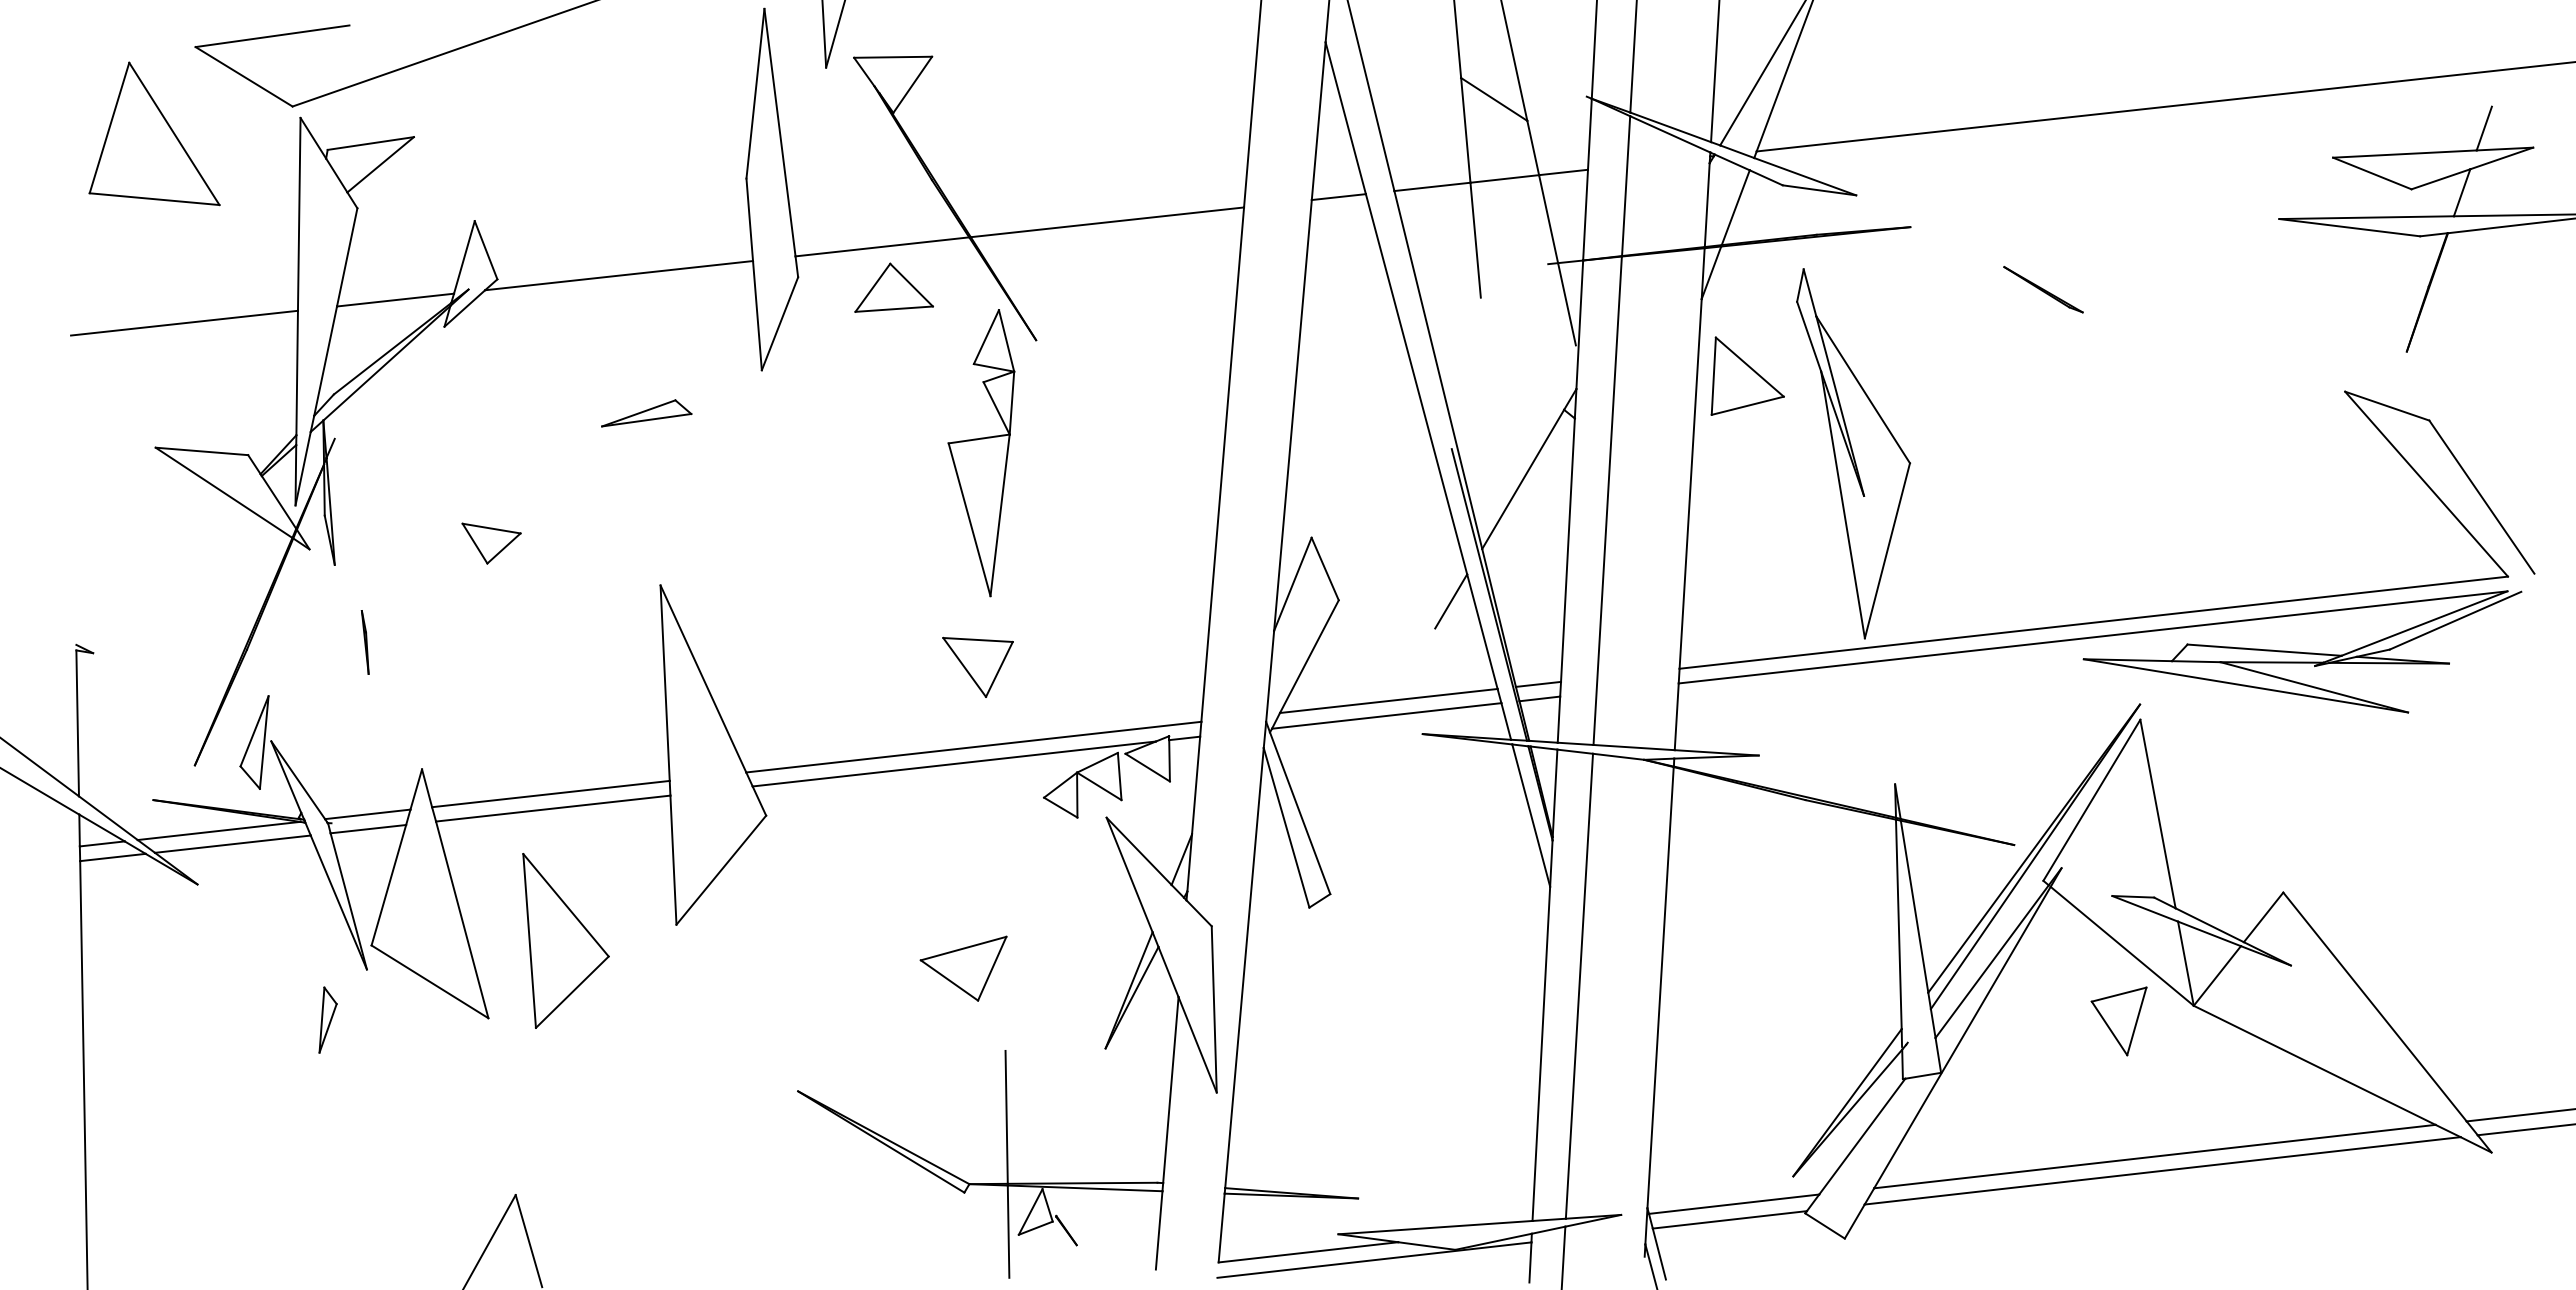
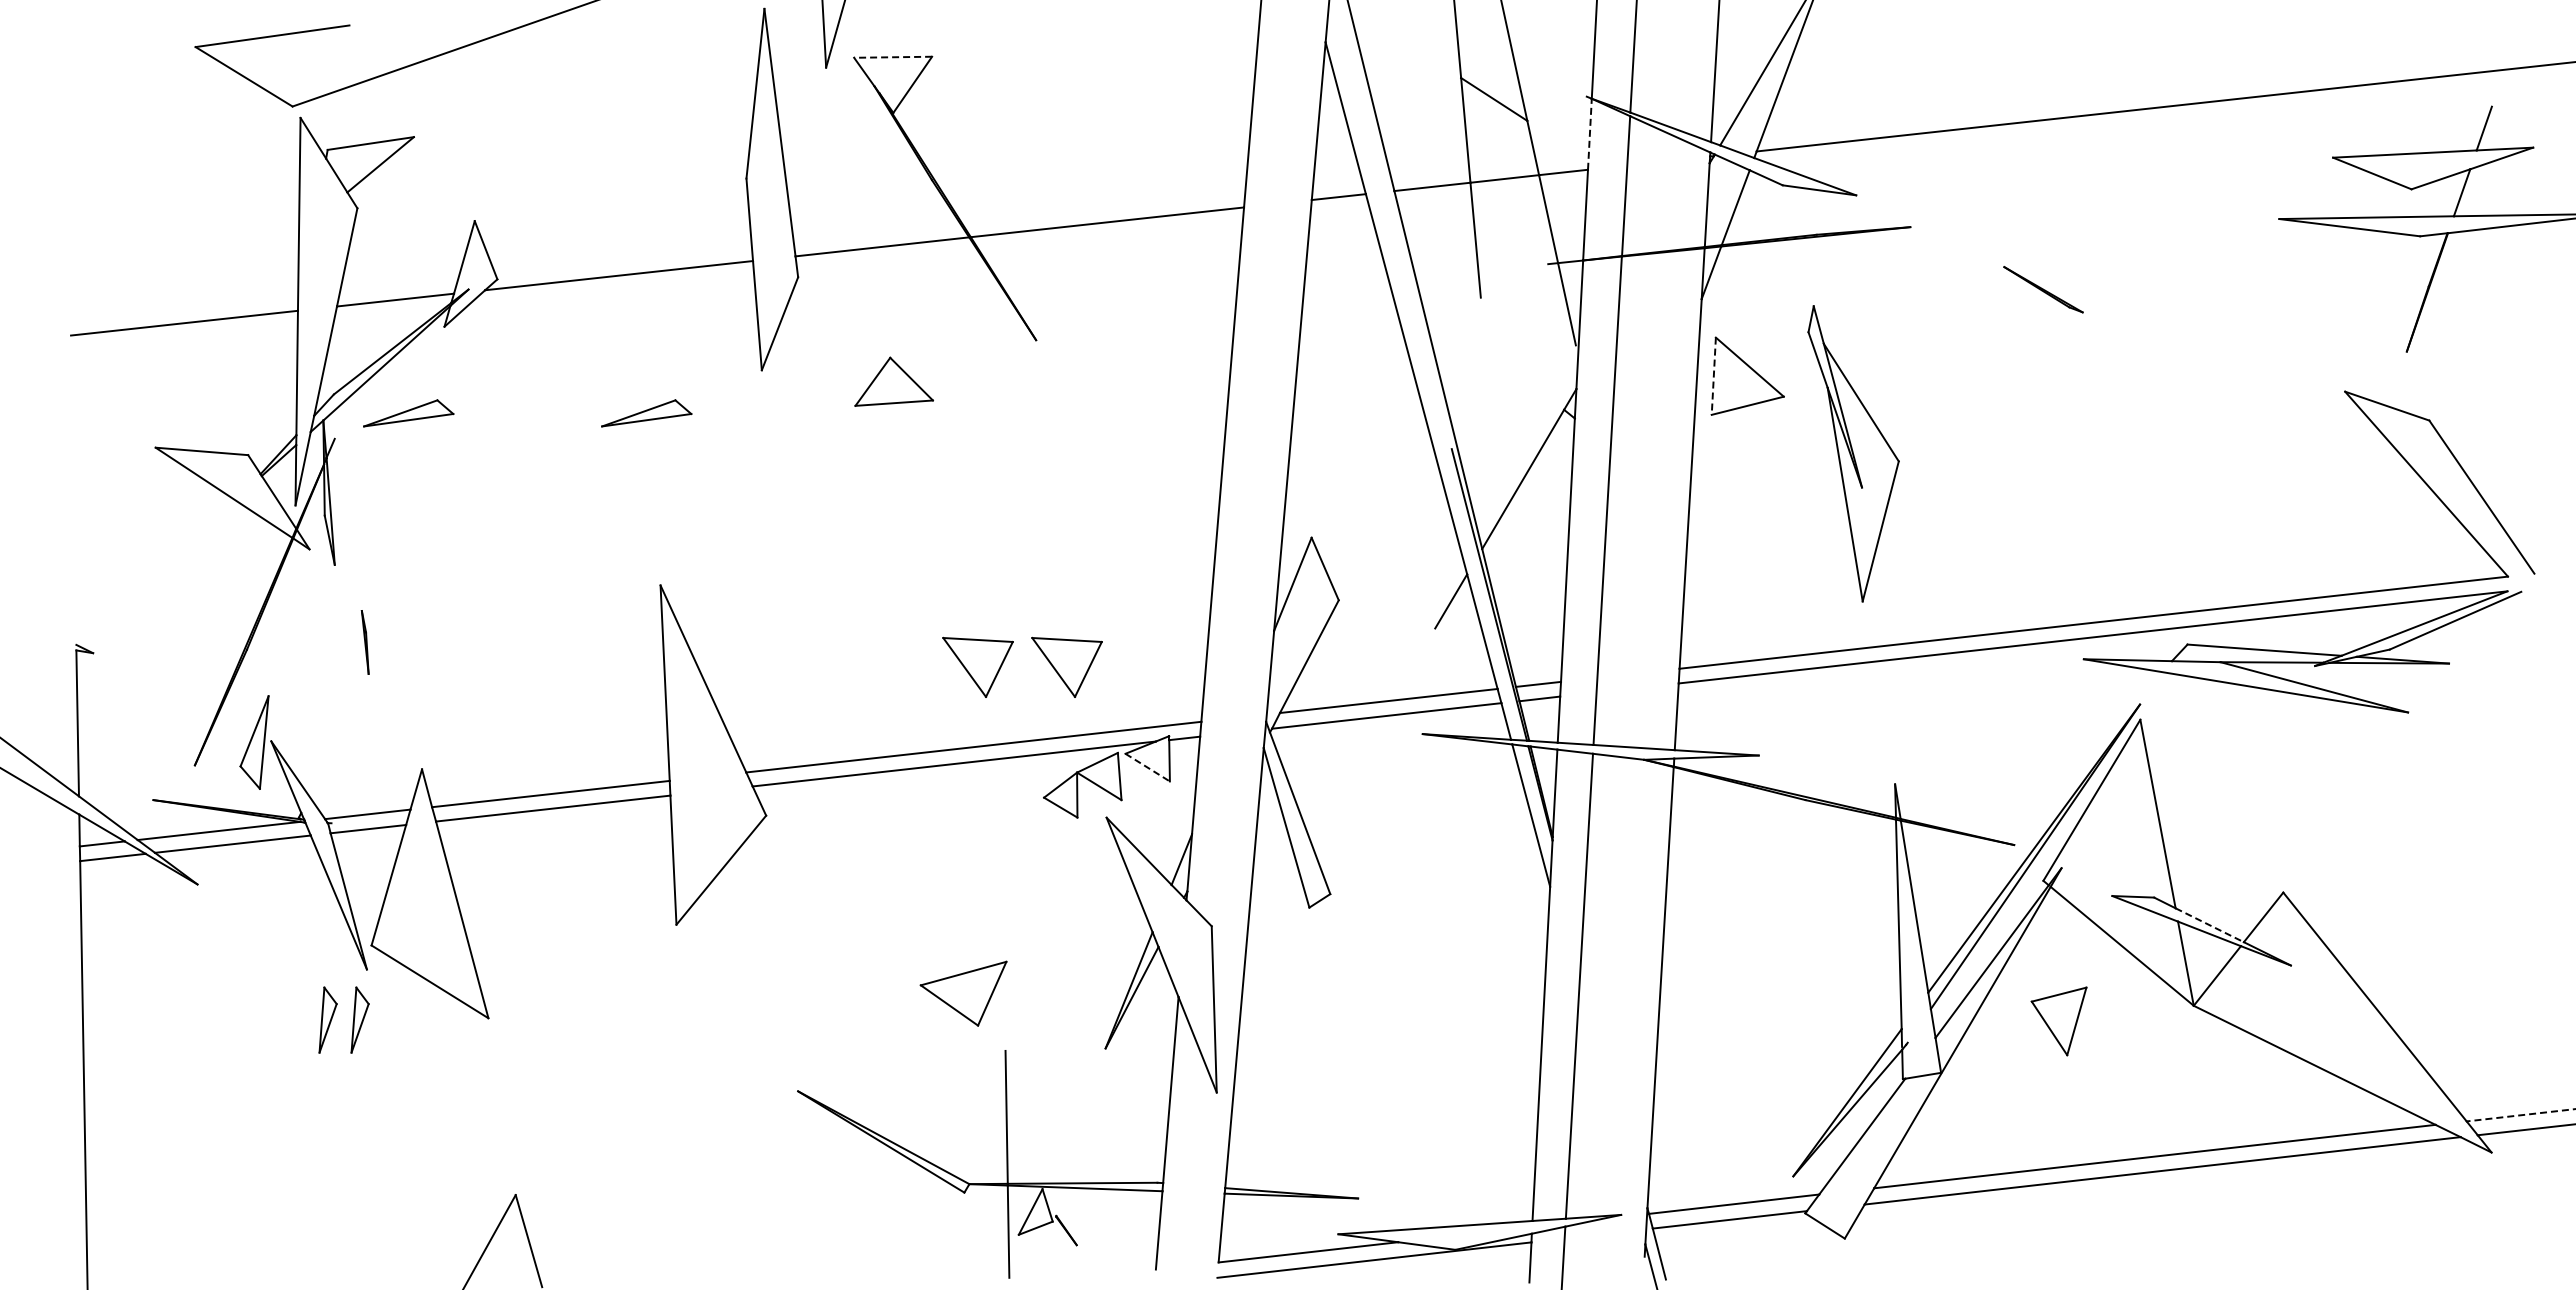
line at (893, 57): solid -> dashed
part at (154, 133): present -> none
line at (1589, 134): solid -> dashed
part at (893, 287) position: (893, 287) -> (893, 381)
line at (1713, 376): solid -> dashed
part at (408, 413): none -> present
part at (981, 453): present -> none
part at (1853, 453) size: 116x372 px -> 93x298 px
part at (491, 543): present -> none
part at (1066, 666): none -> present
line at (1148, 767): solid -> dashed
line at (2210, 925): solid -> dashed
part at (565, 940): present -> none
part at (963, 968) position: (963, 968) -> (963, 993)
part at (359, 1019): none -> present
part at (2118, 1021) position: (2118, 1021) -> (2058, 1021)
line at (2521, 1115): solid -> dashed
